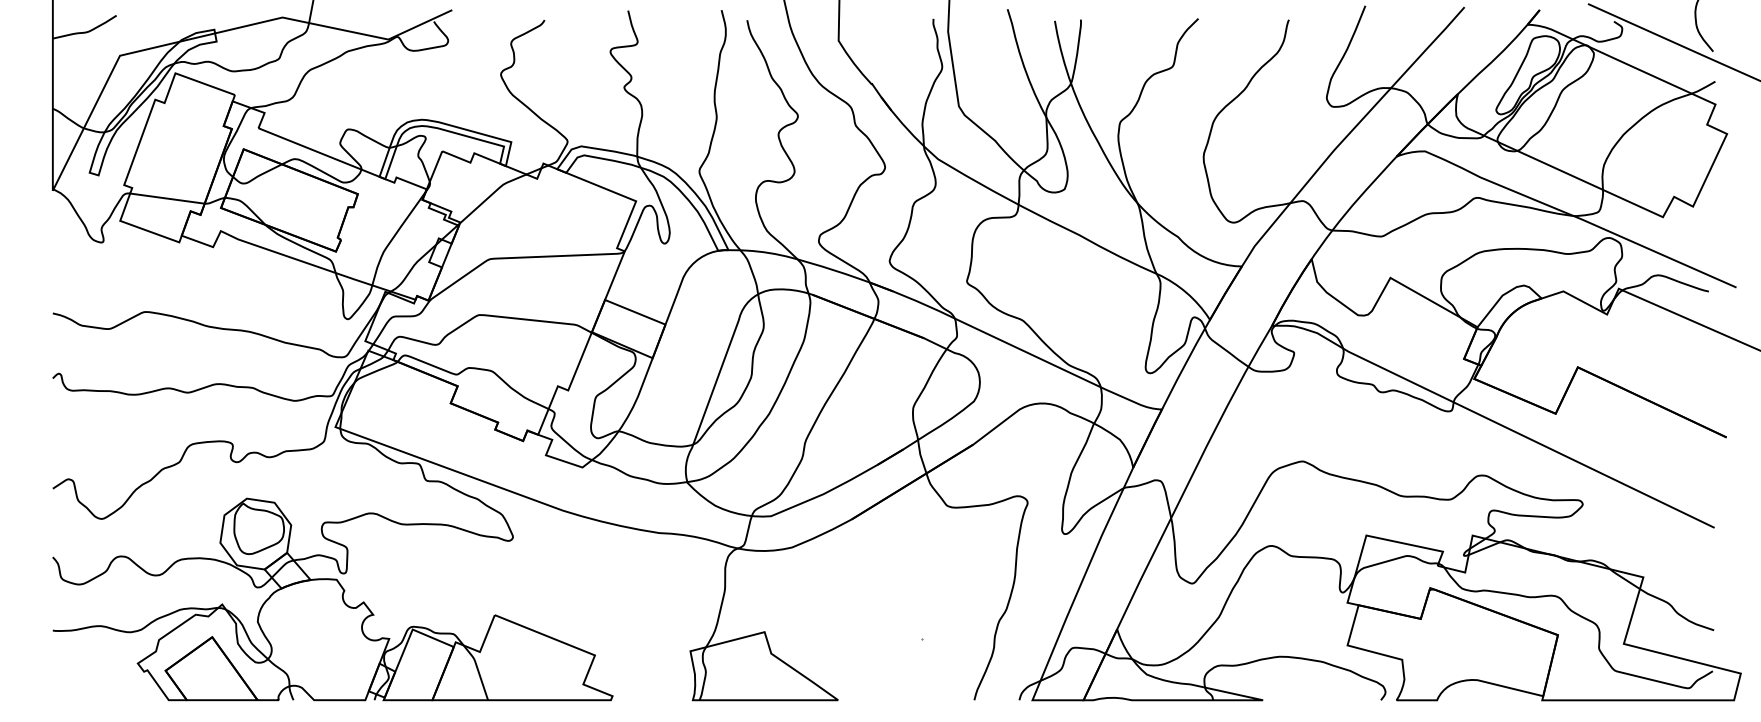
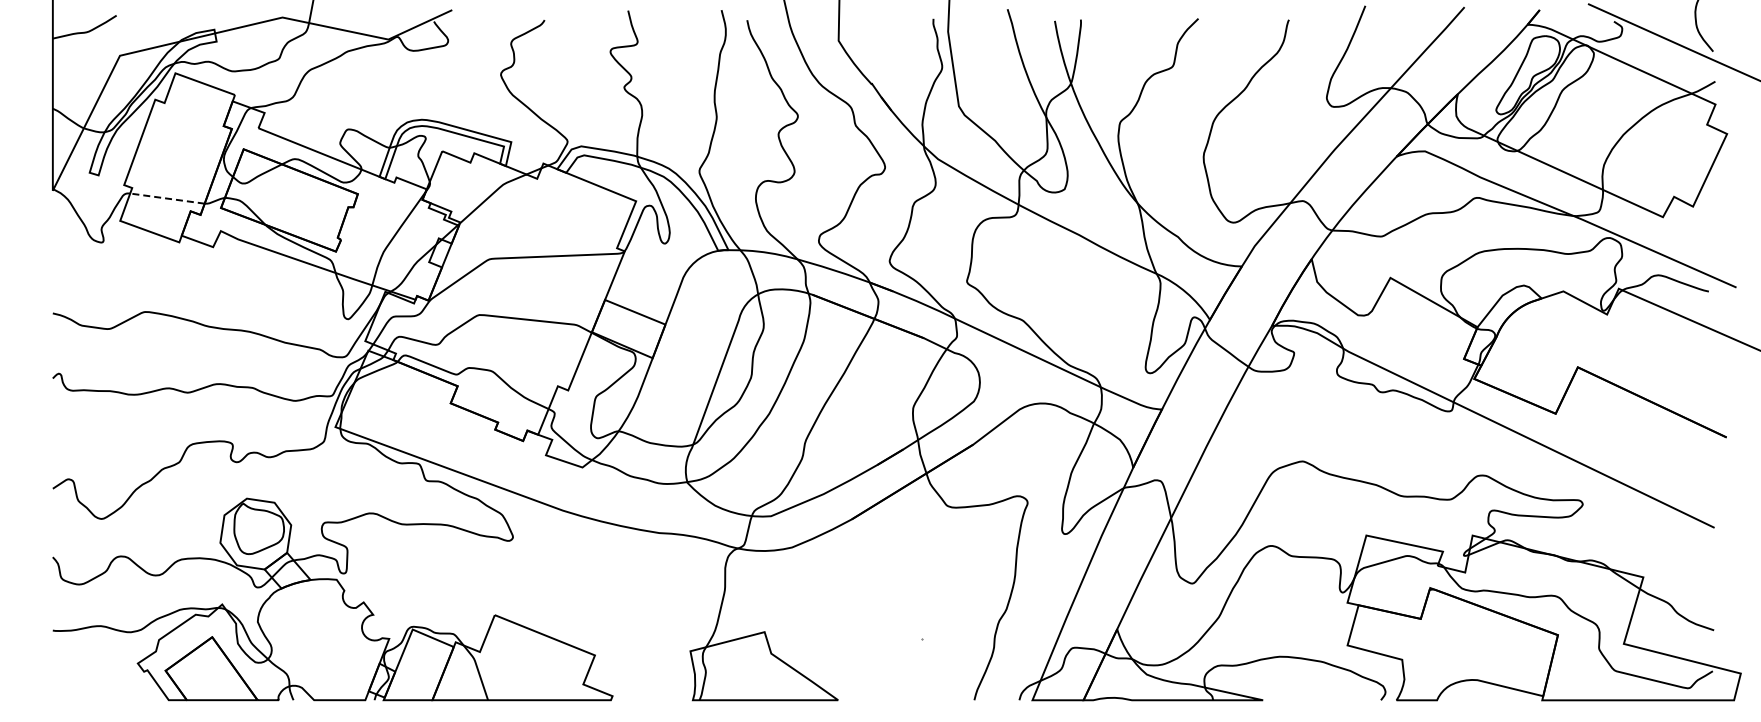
line at (167, 198): solid -> dashed
